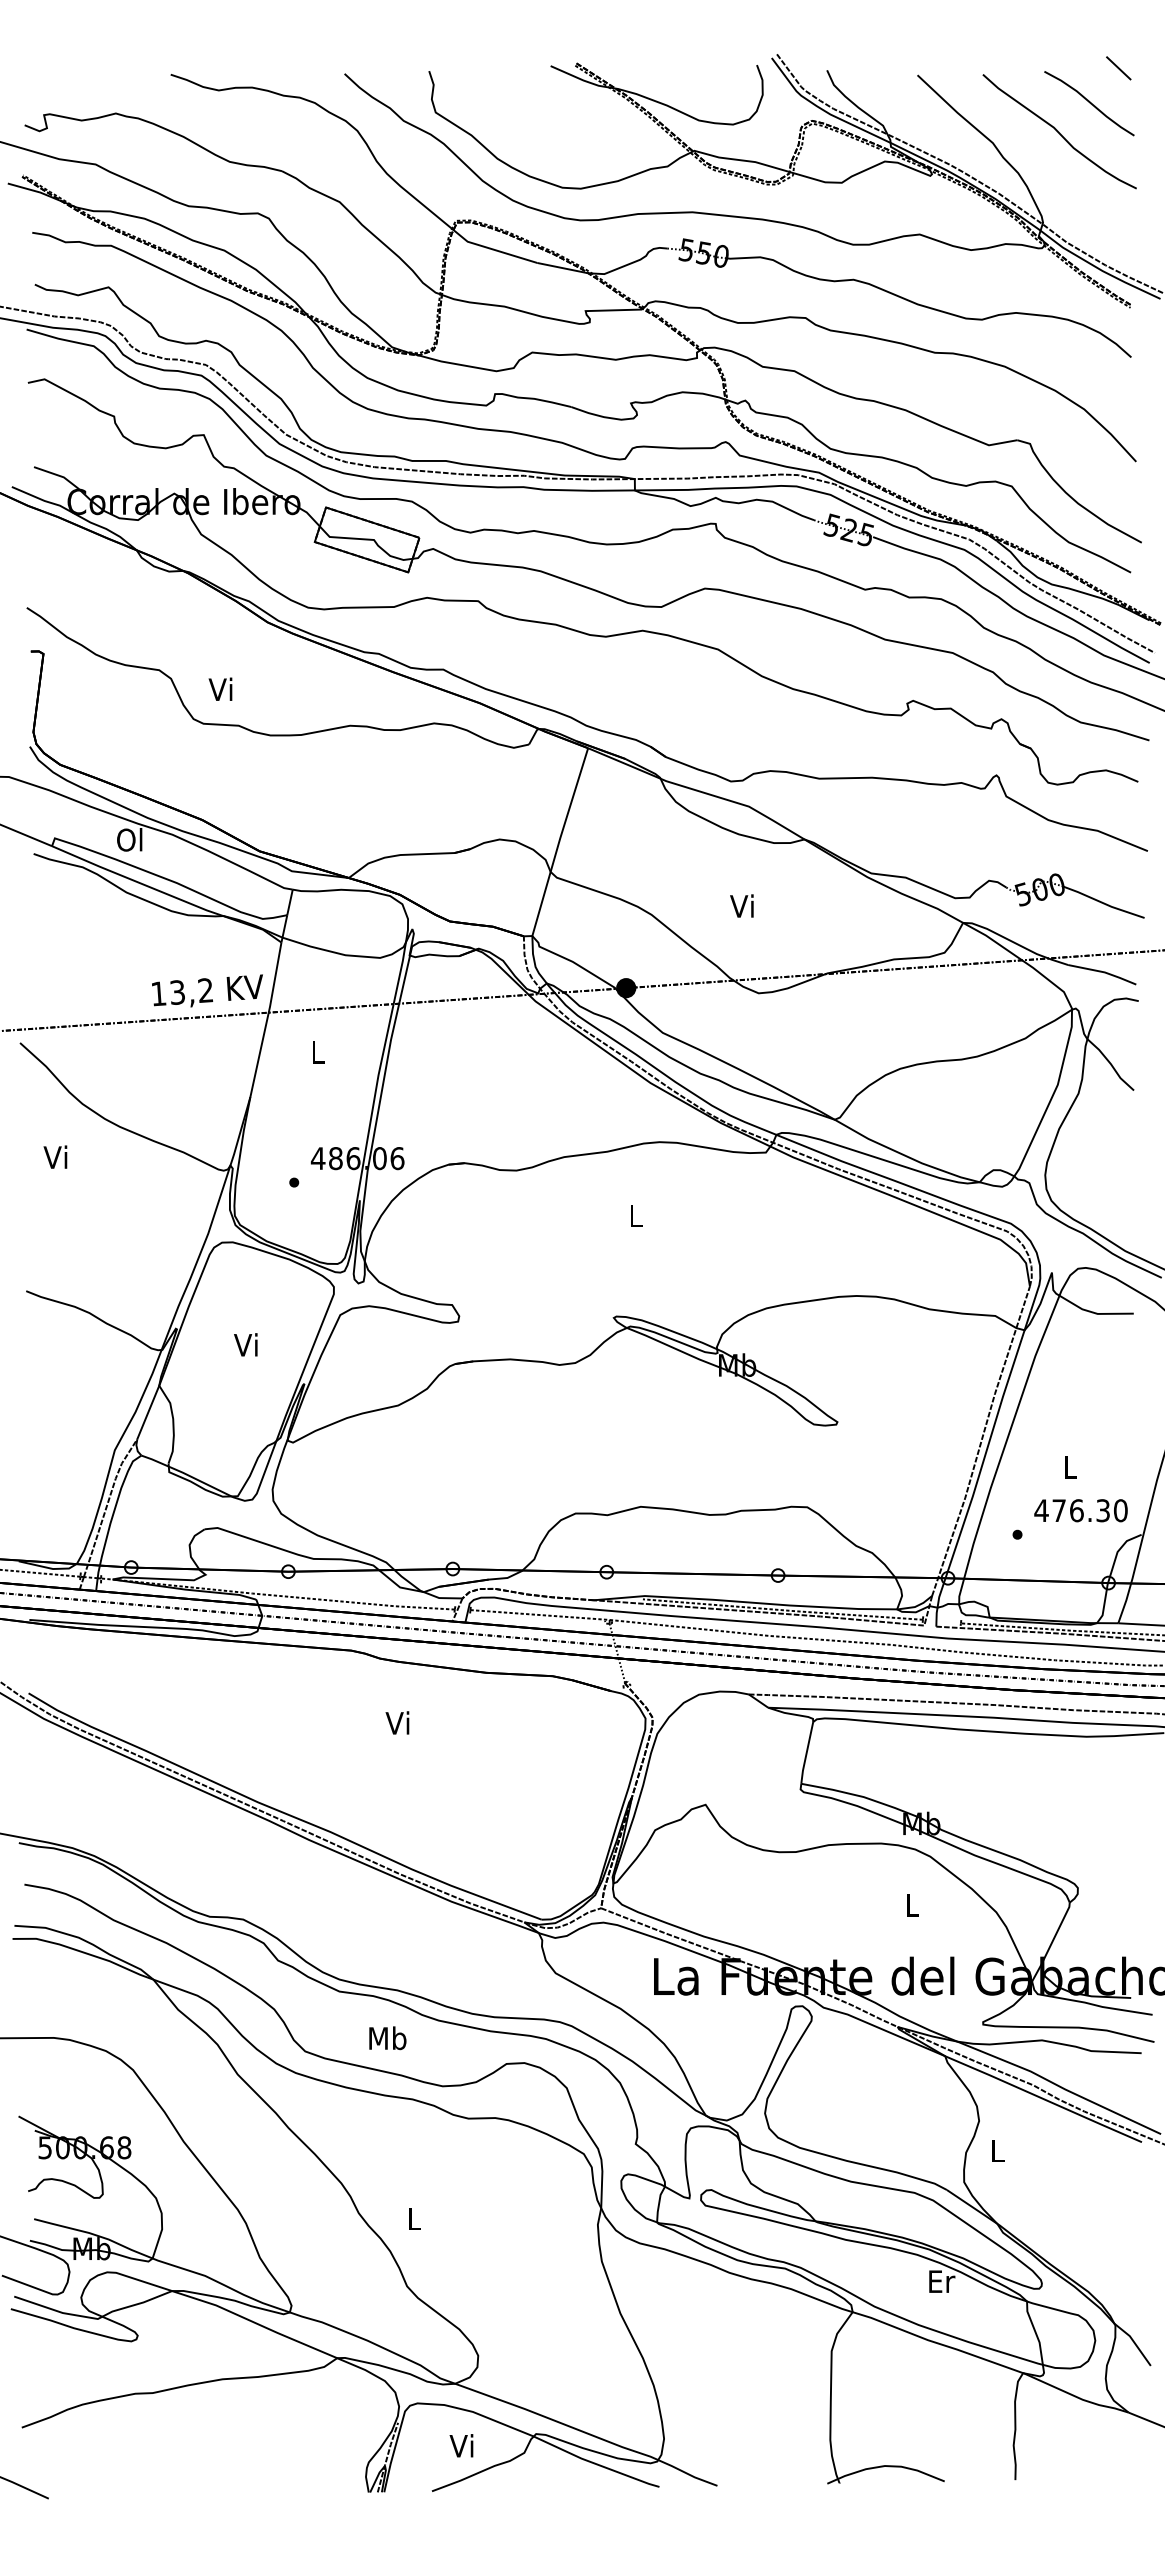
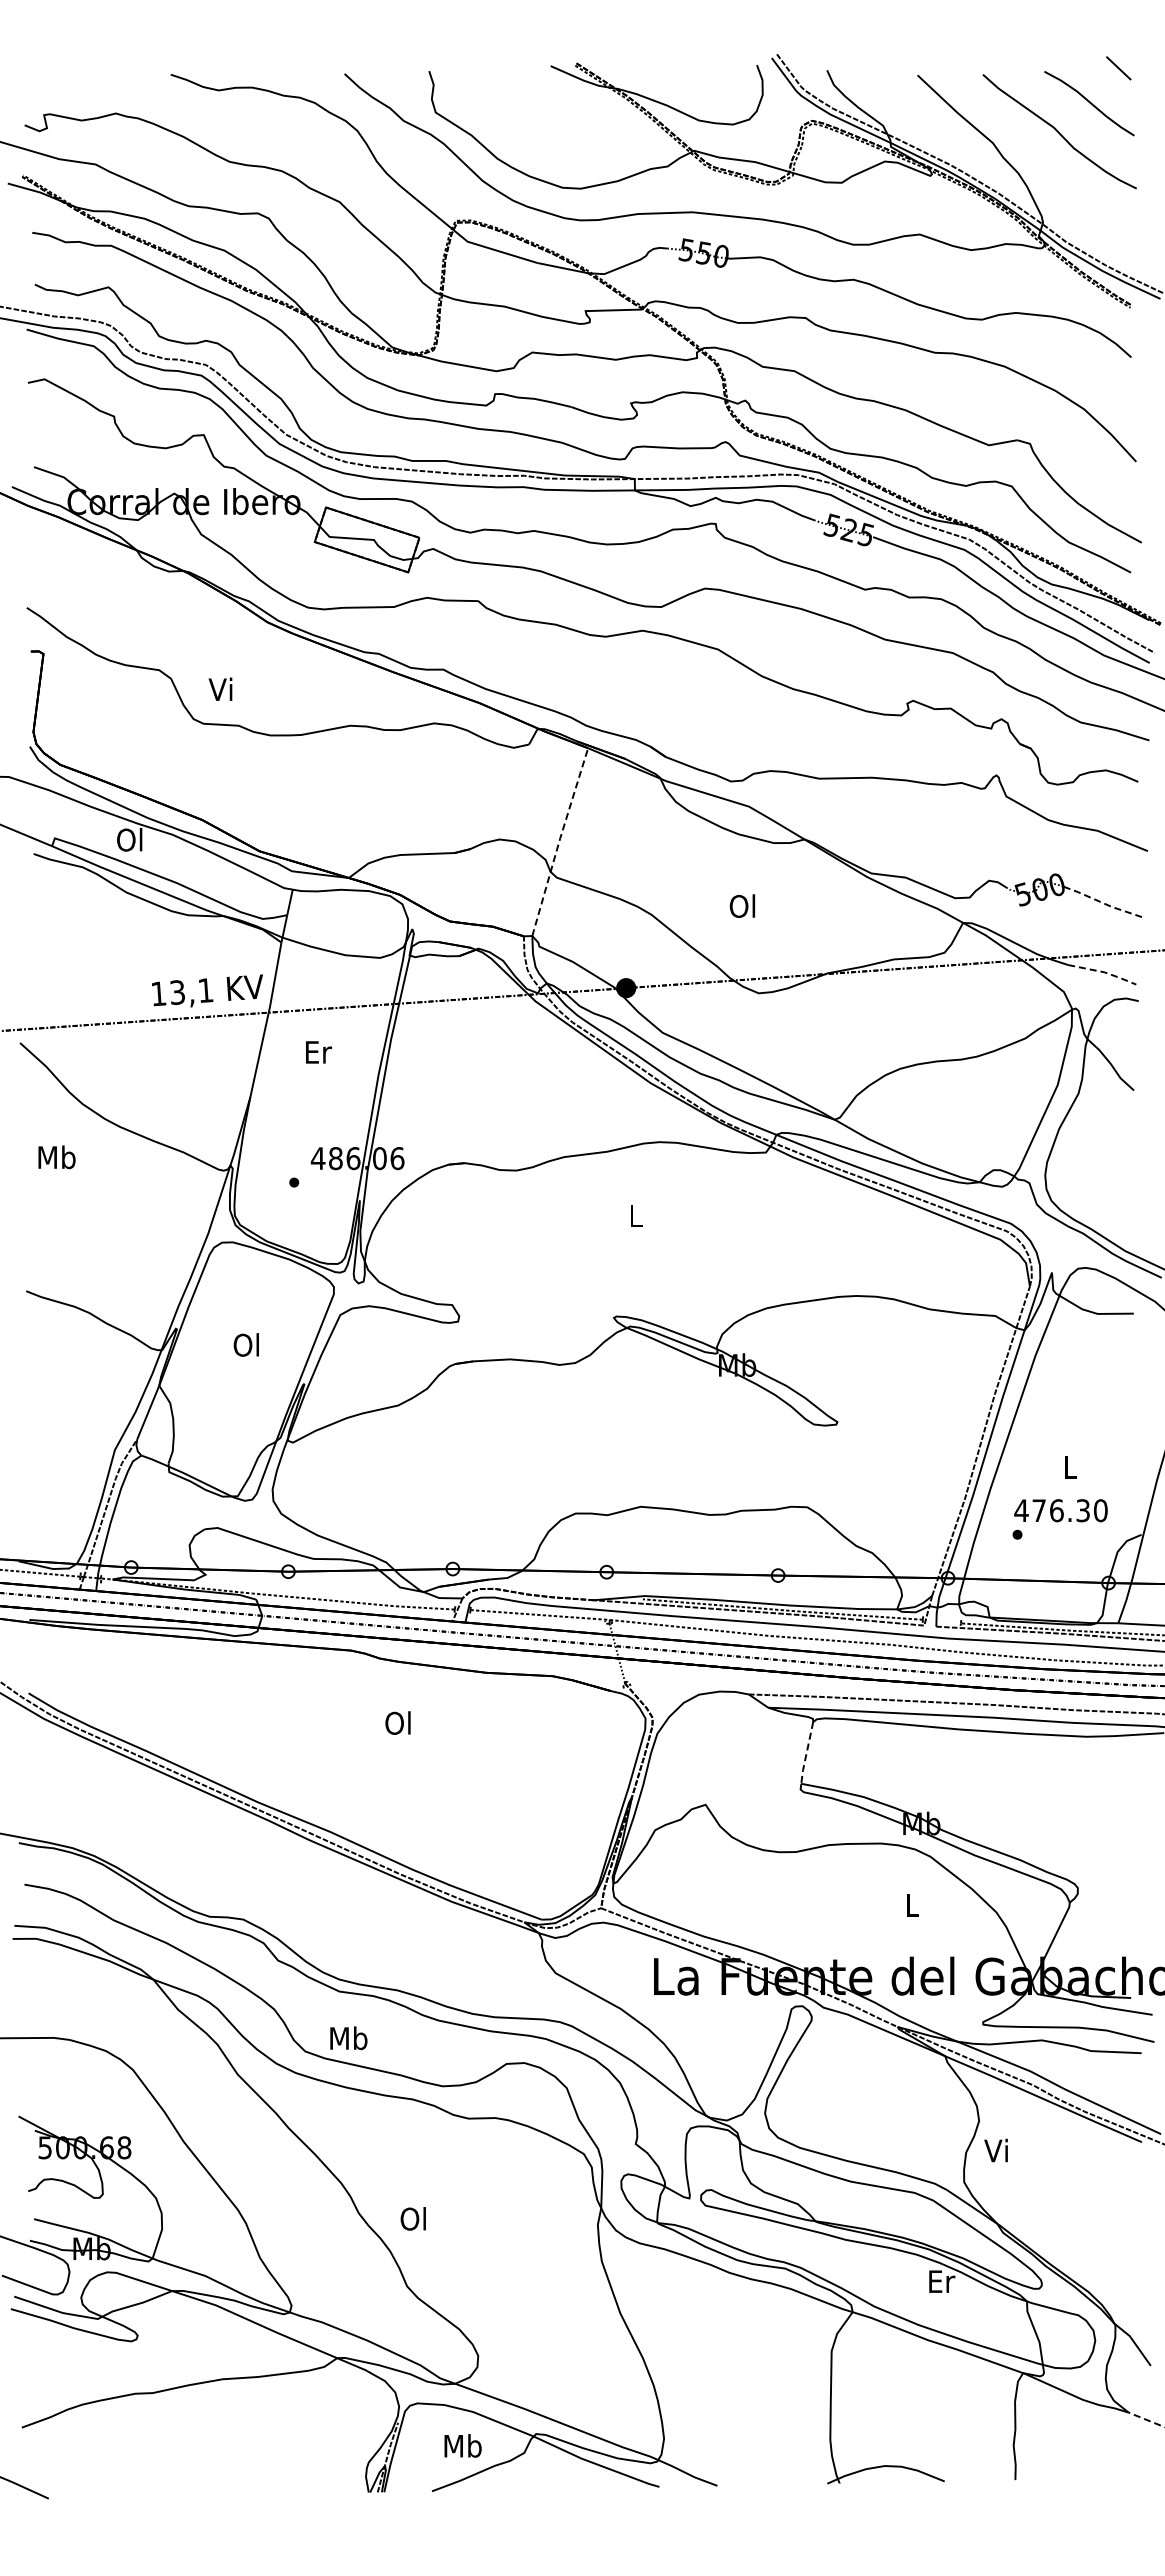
line at (559, 841): solid -> dashed
line at (1103, 903): solid -> dashed
text at (742, 905): Vi -> Ol
line at (1104, 972): solid -> dashed
text at (205, 990): 13,2 -> 13,1
text at (319, 1052): L -> Er
text at (56, 1157): Vi -> Mb
text at (245, 1344): Vi -> Ol
text at (1080, 1510) position: (1080, 1510) -> (1060, 1510)
text at (397, 1722): Vi -> Ol
line at (806, 1754): solid -> dashed
text at (387, 2038) position: (387, 2038) -> (348, 2038)
text at (995, 2150): L -> Vi
text at (412, 2218): L -> Ol
line at (1146, 2419): solid -> dashed
text at (462, 2445): Vi -> Mb
